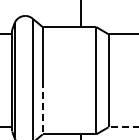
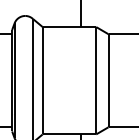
line at (42, 107): dashed -> solid
line at (123, 127): dashed -> solid
